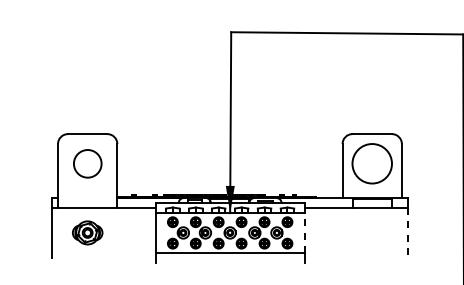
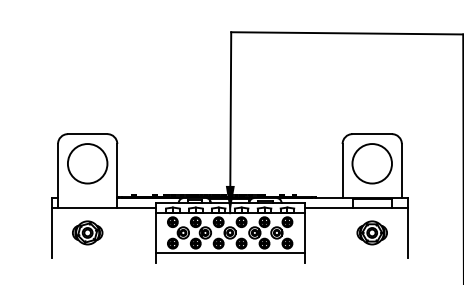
circle at (87, 163) size: 30x30 px -> 42x42 px
line at (304, 232): dashed -> solid
part at (371, 232): none -> present
line at (407, 232): dashed -> solid
